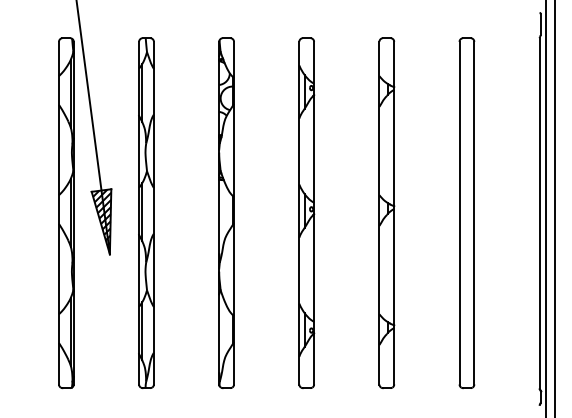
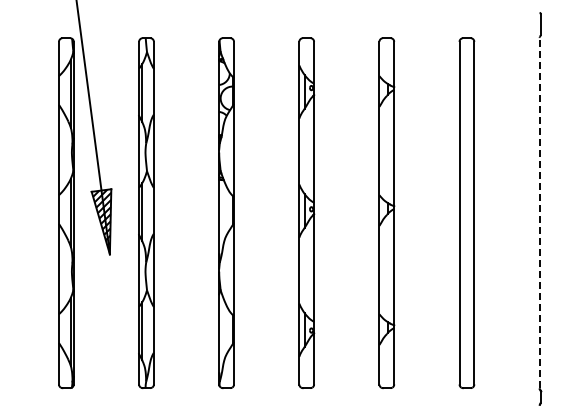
line at (545, 208): present -> none
line at (554, 208): present -> none
line at (539, 212): solid -> dashed
